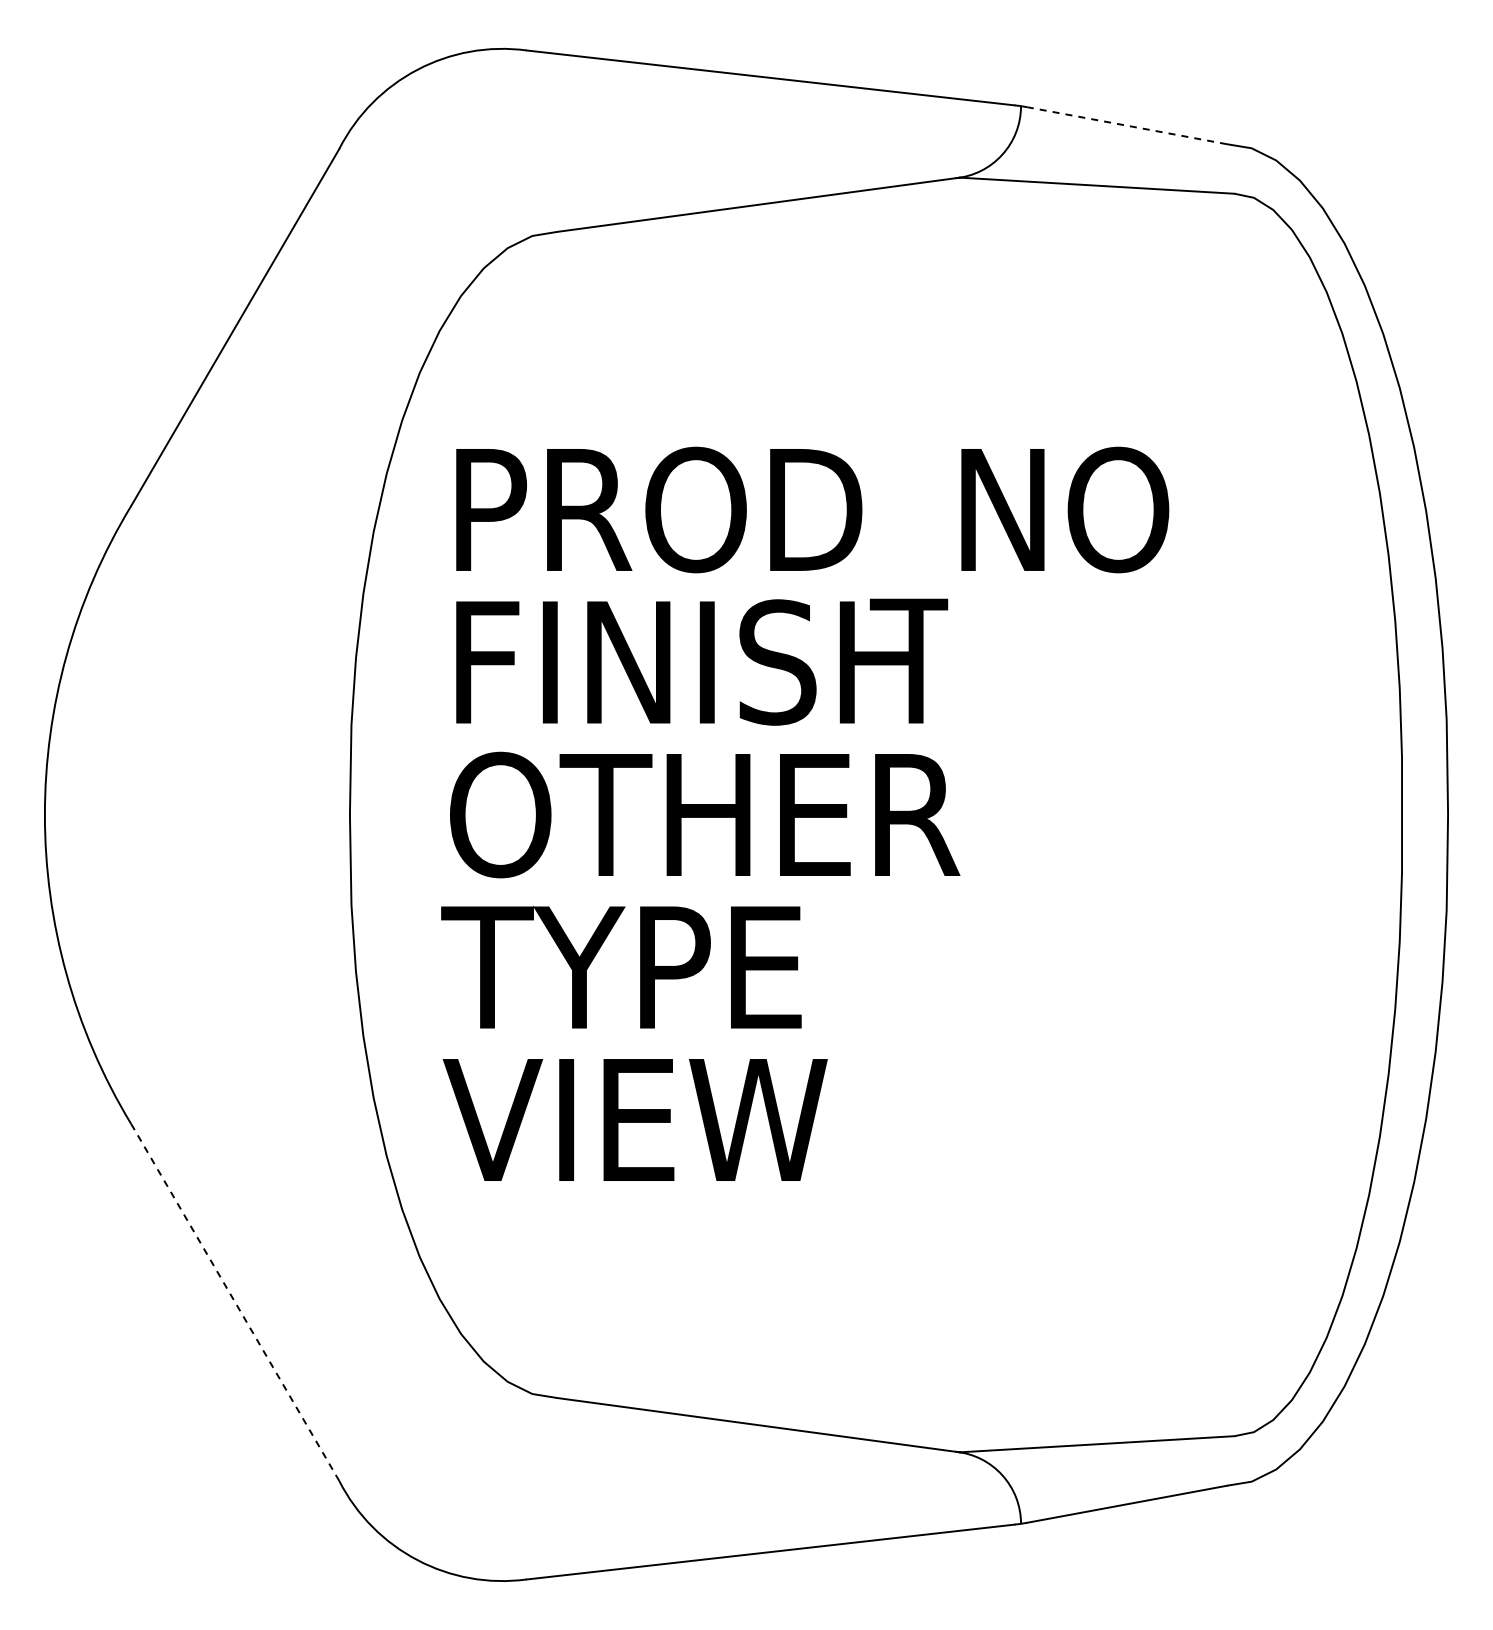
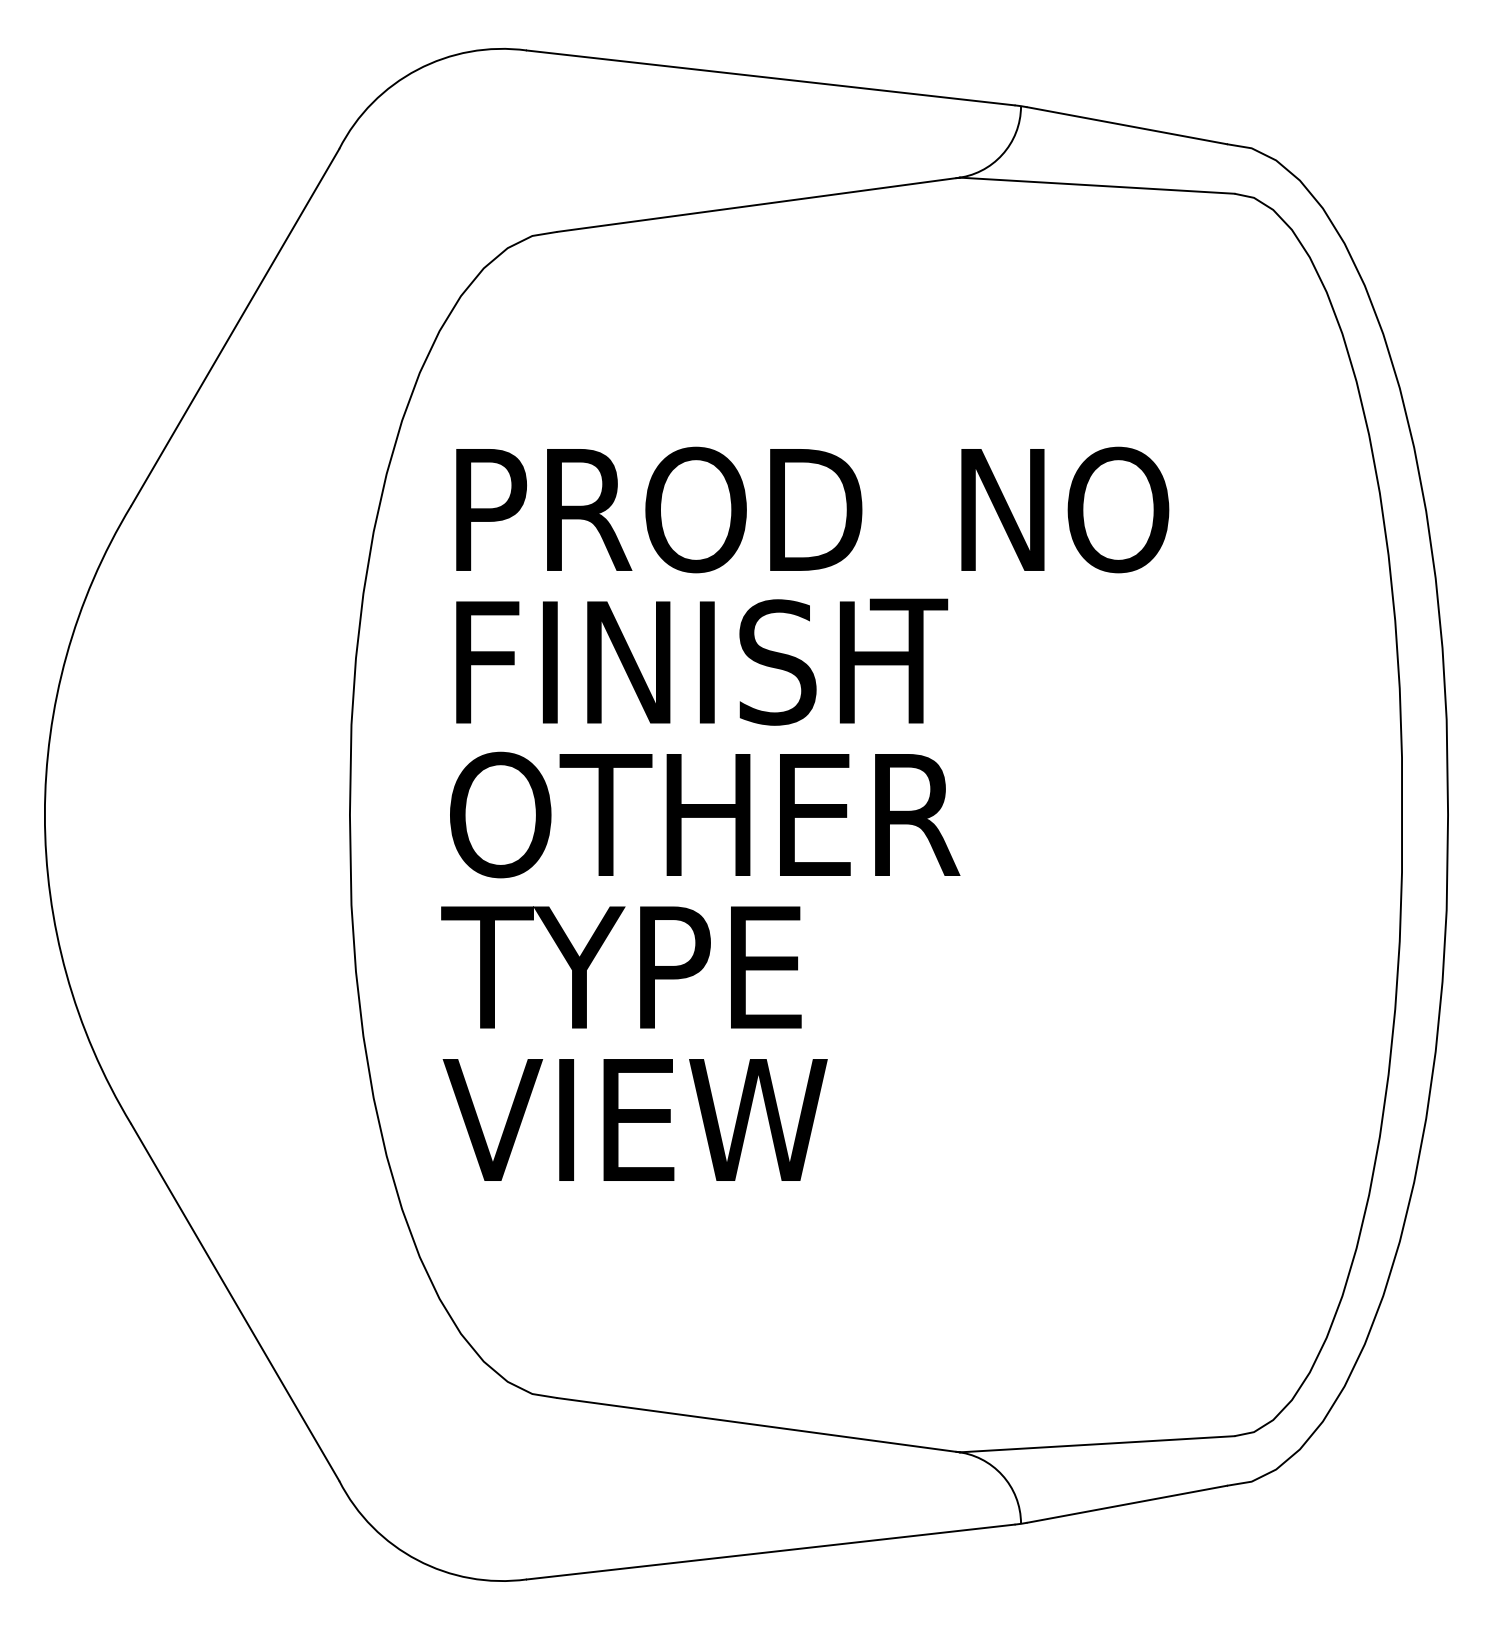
line at (1126, 125): dashed -> solid
line at (235, 1302): dashed -> solid
